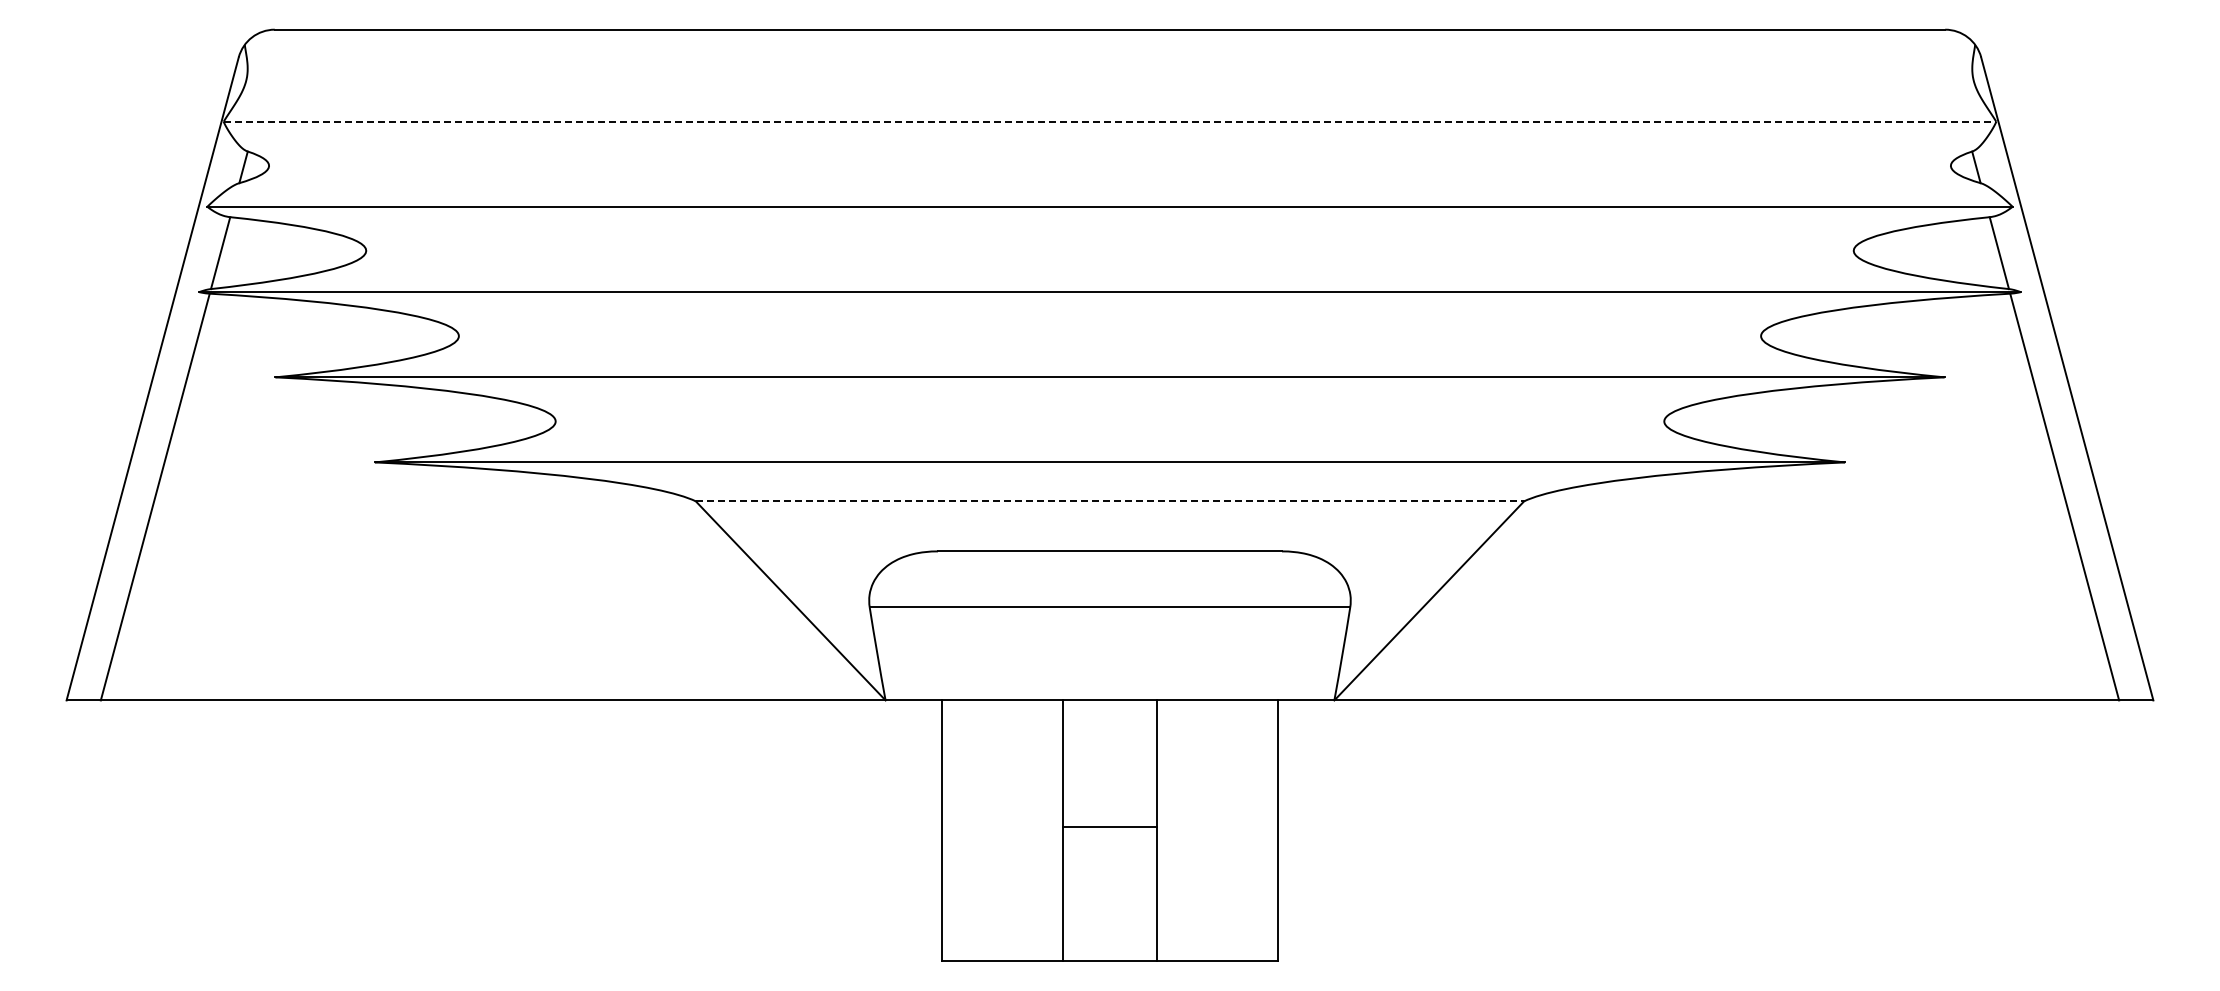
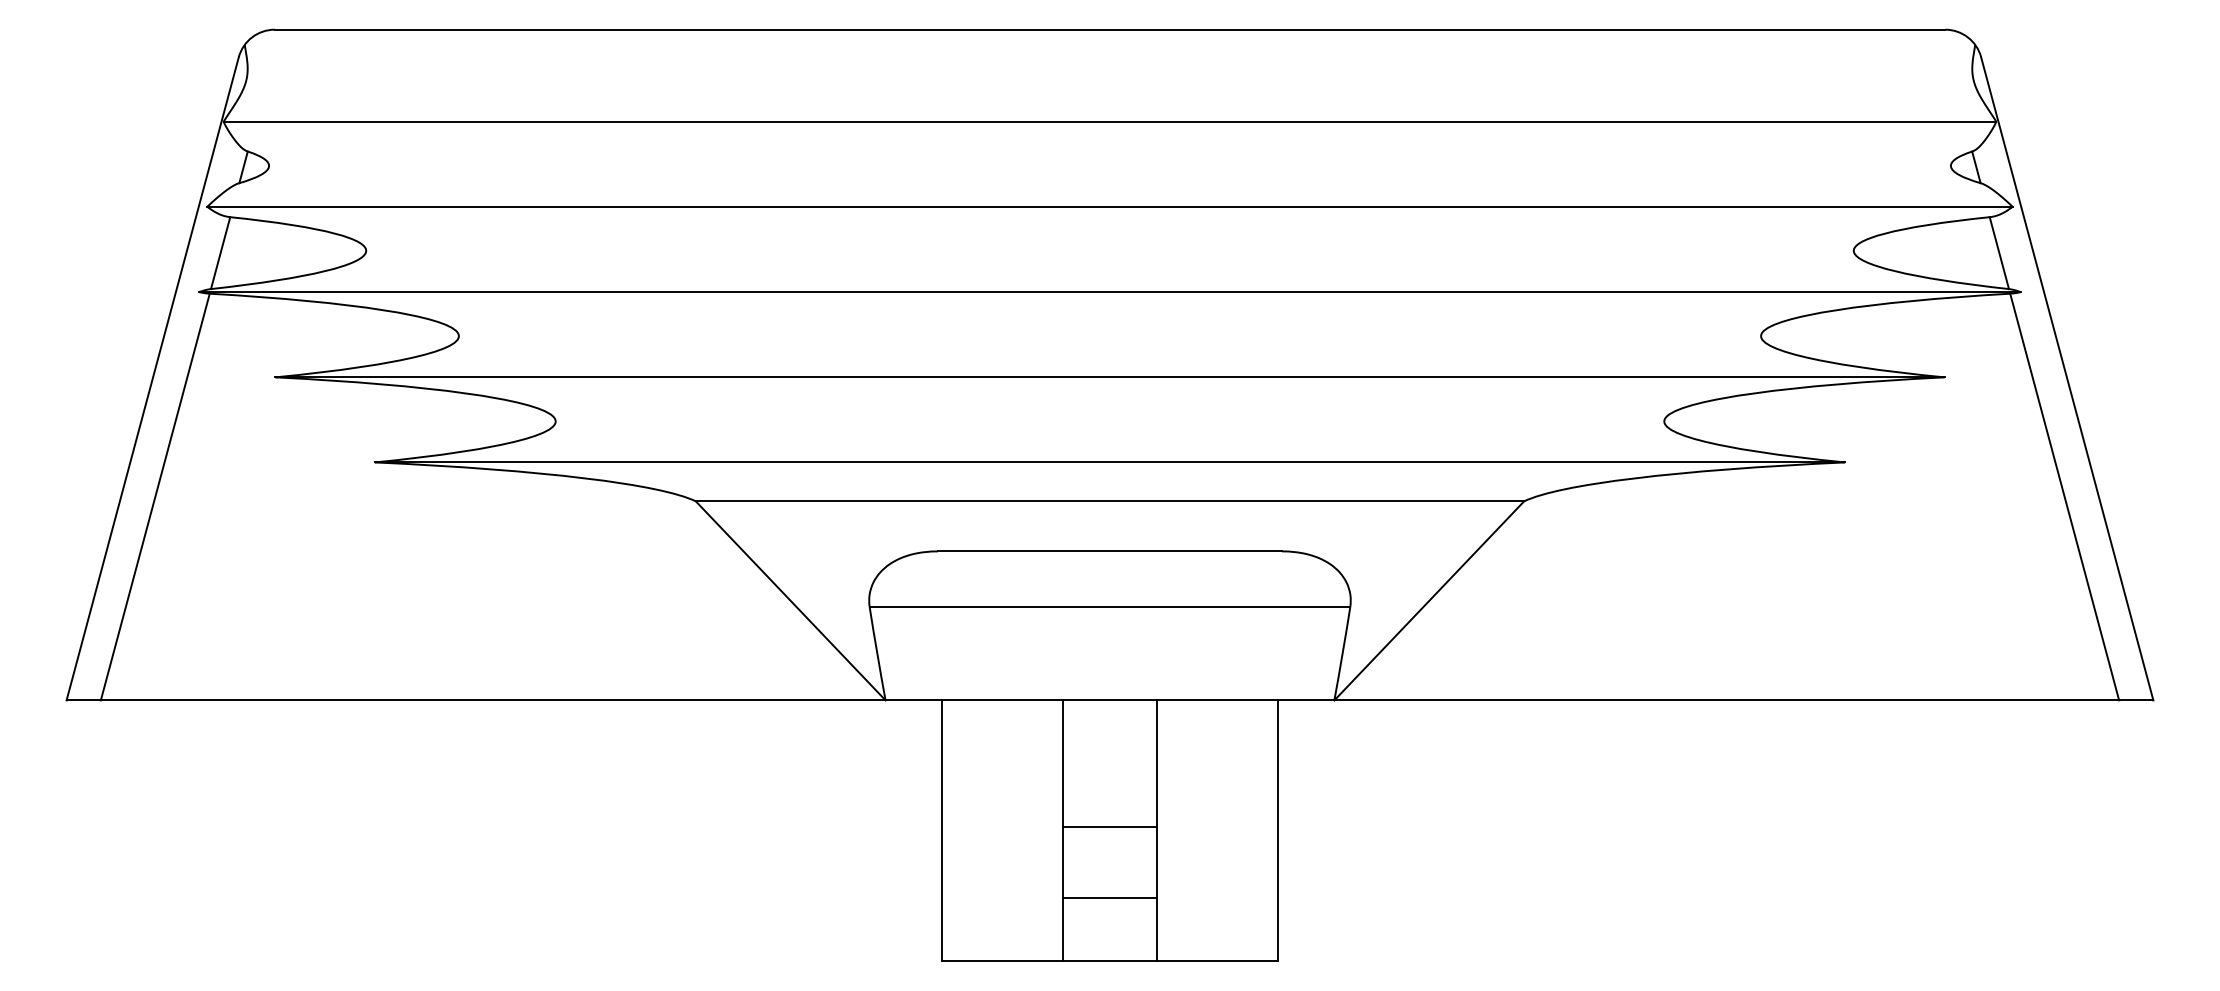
line at (1110, 121): dashed -> solid
line at (1110, 501): dashed -> solid
line at (1109, 897): none -> present
